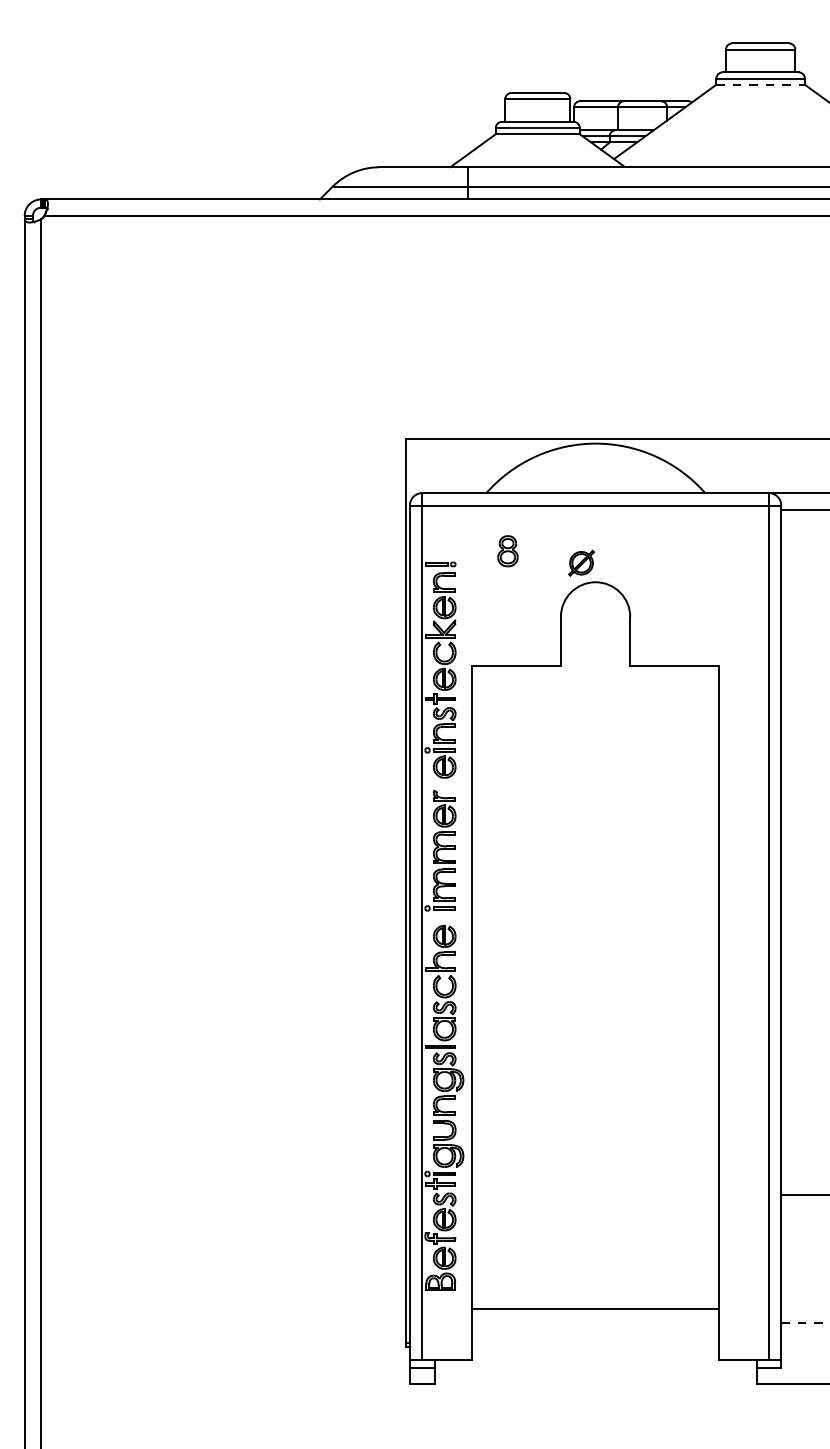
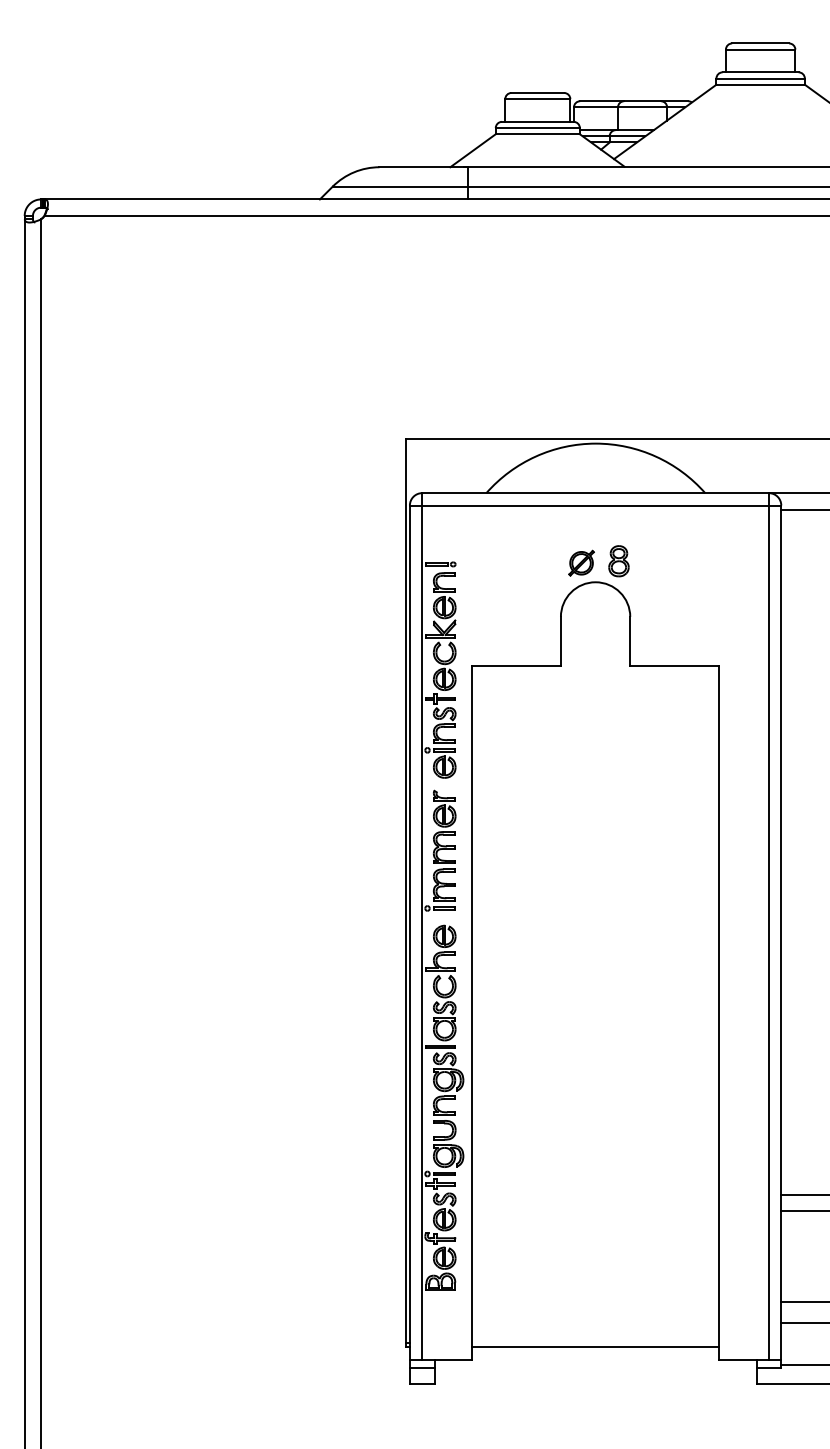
line at (761, 84): dashed -> solid
part at (507, 551) position: (507, 551) -> (618, 561)
line at (803, 1211): none -> present
line at (803, 1301): none -> present
line at (595, 1309) position: (595, 1309) -> (595, 1347)
line at (805, 1322): dashed -> solid
line at (803, 1365): none -> present
